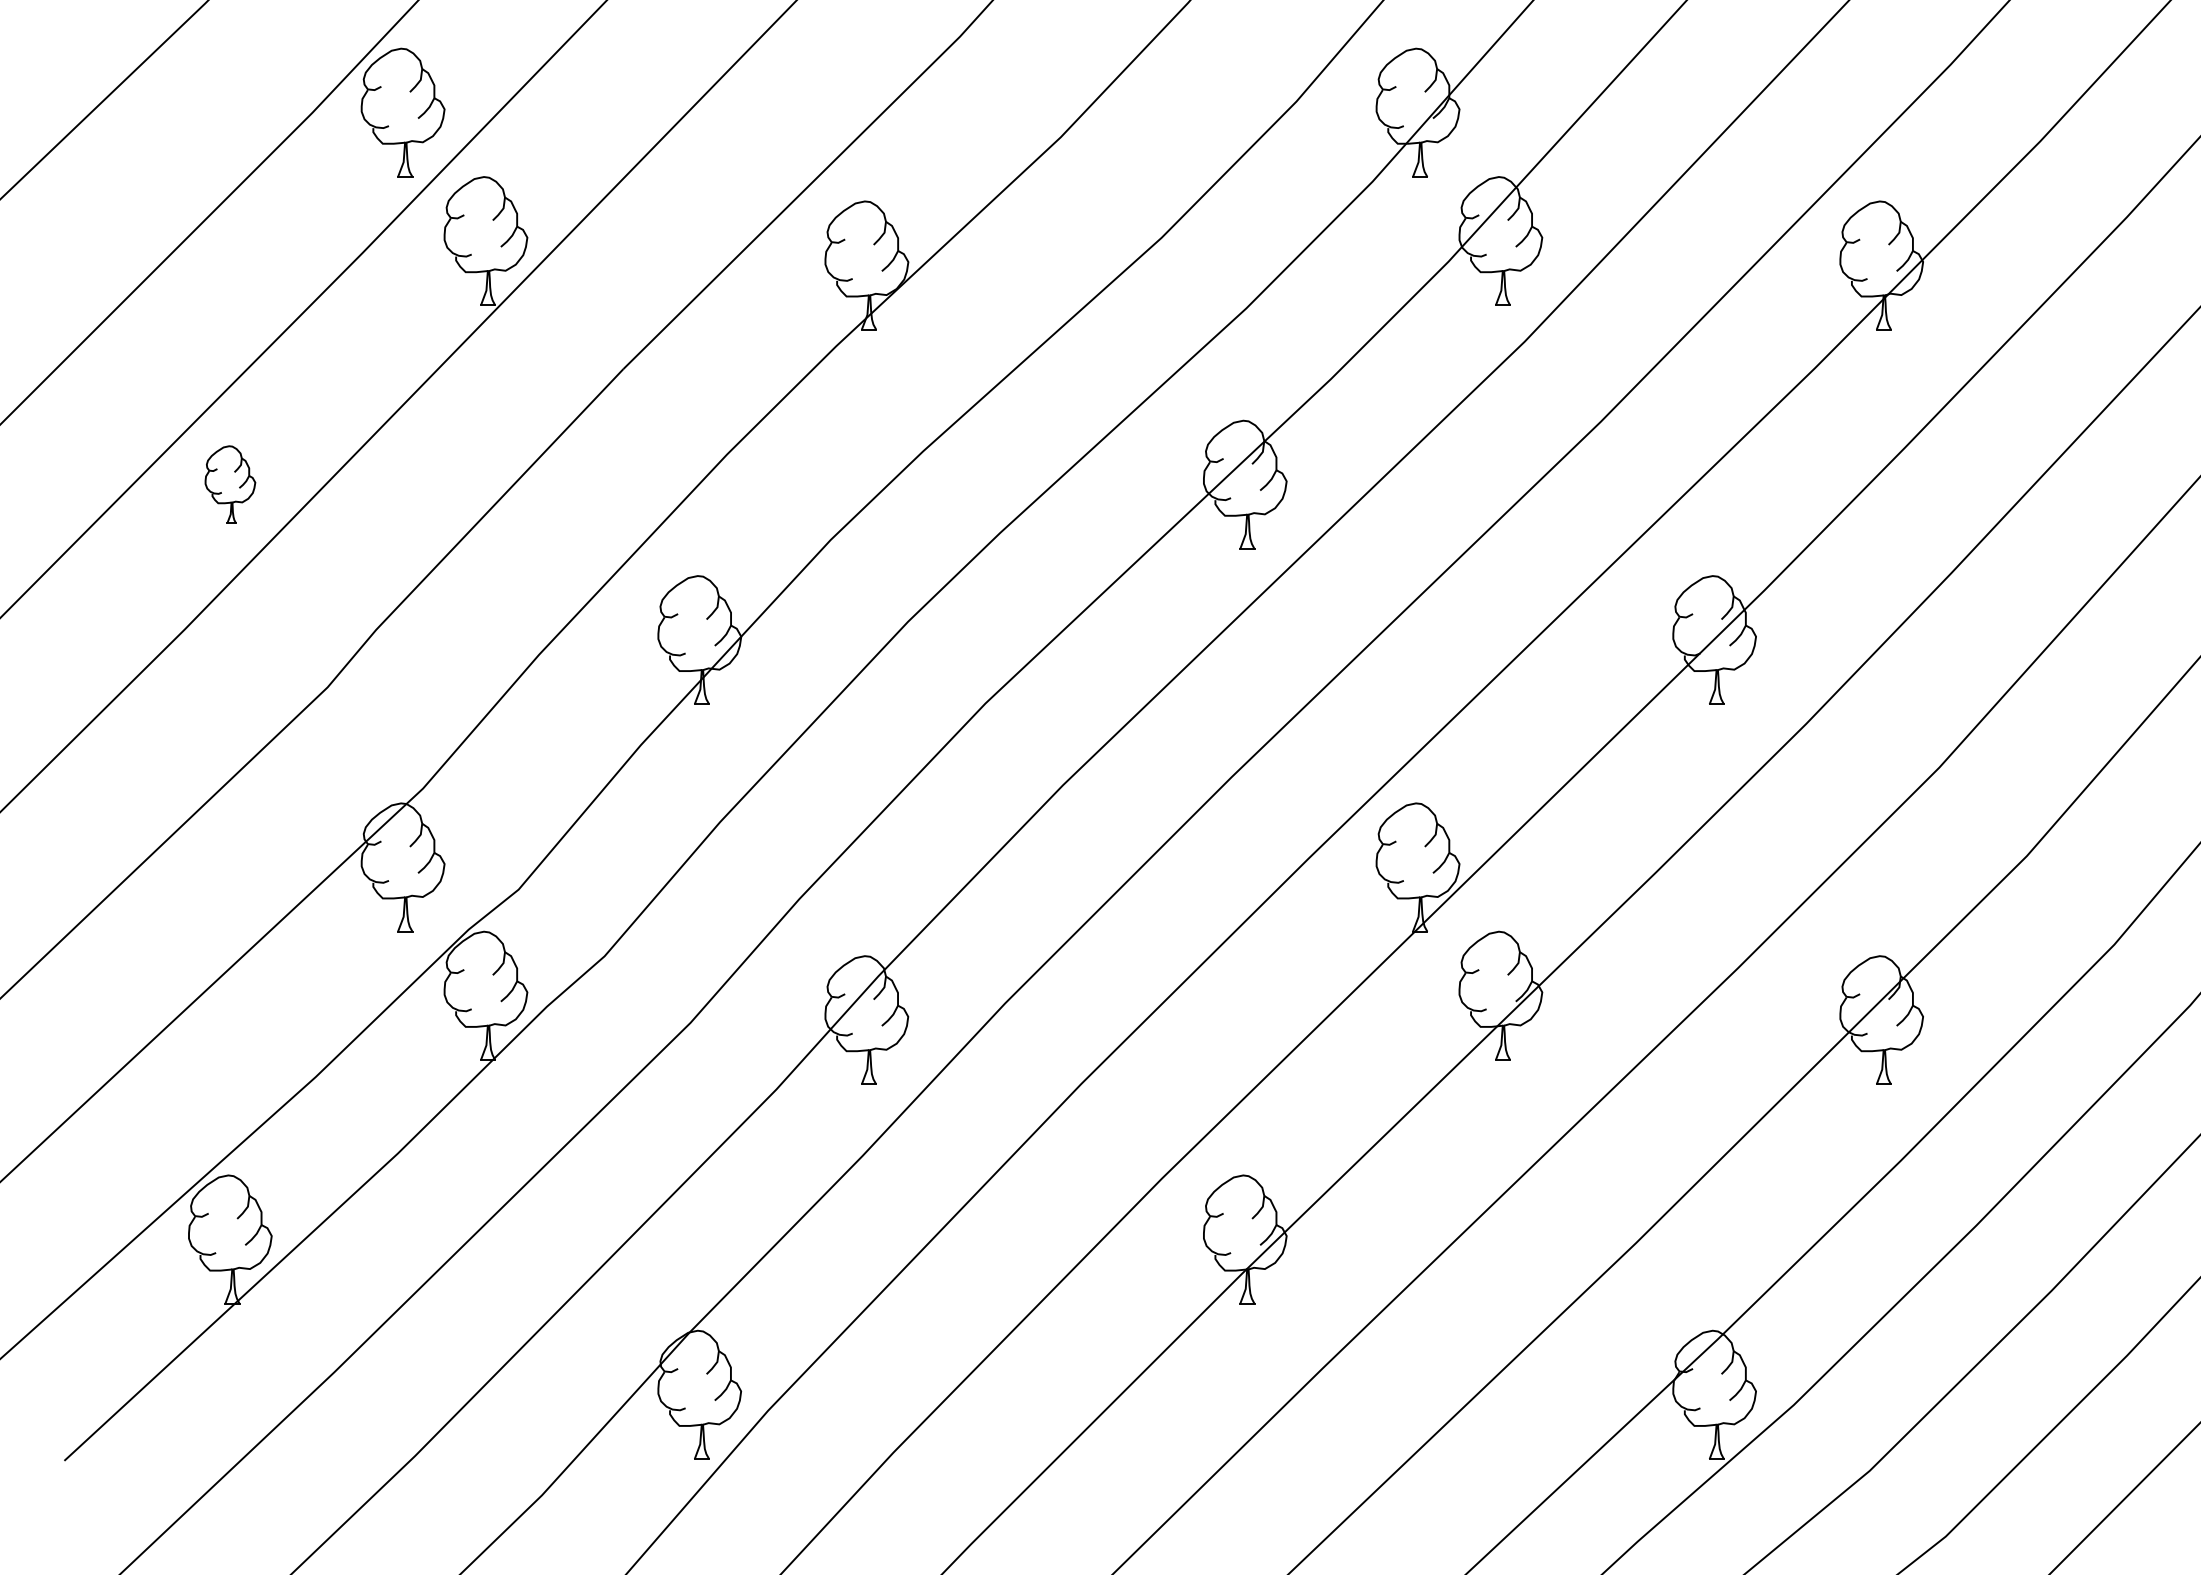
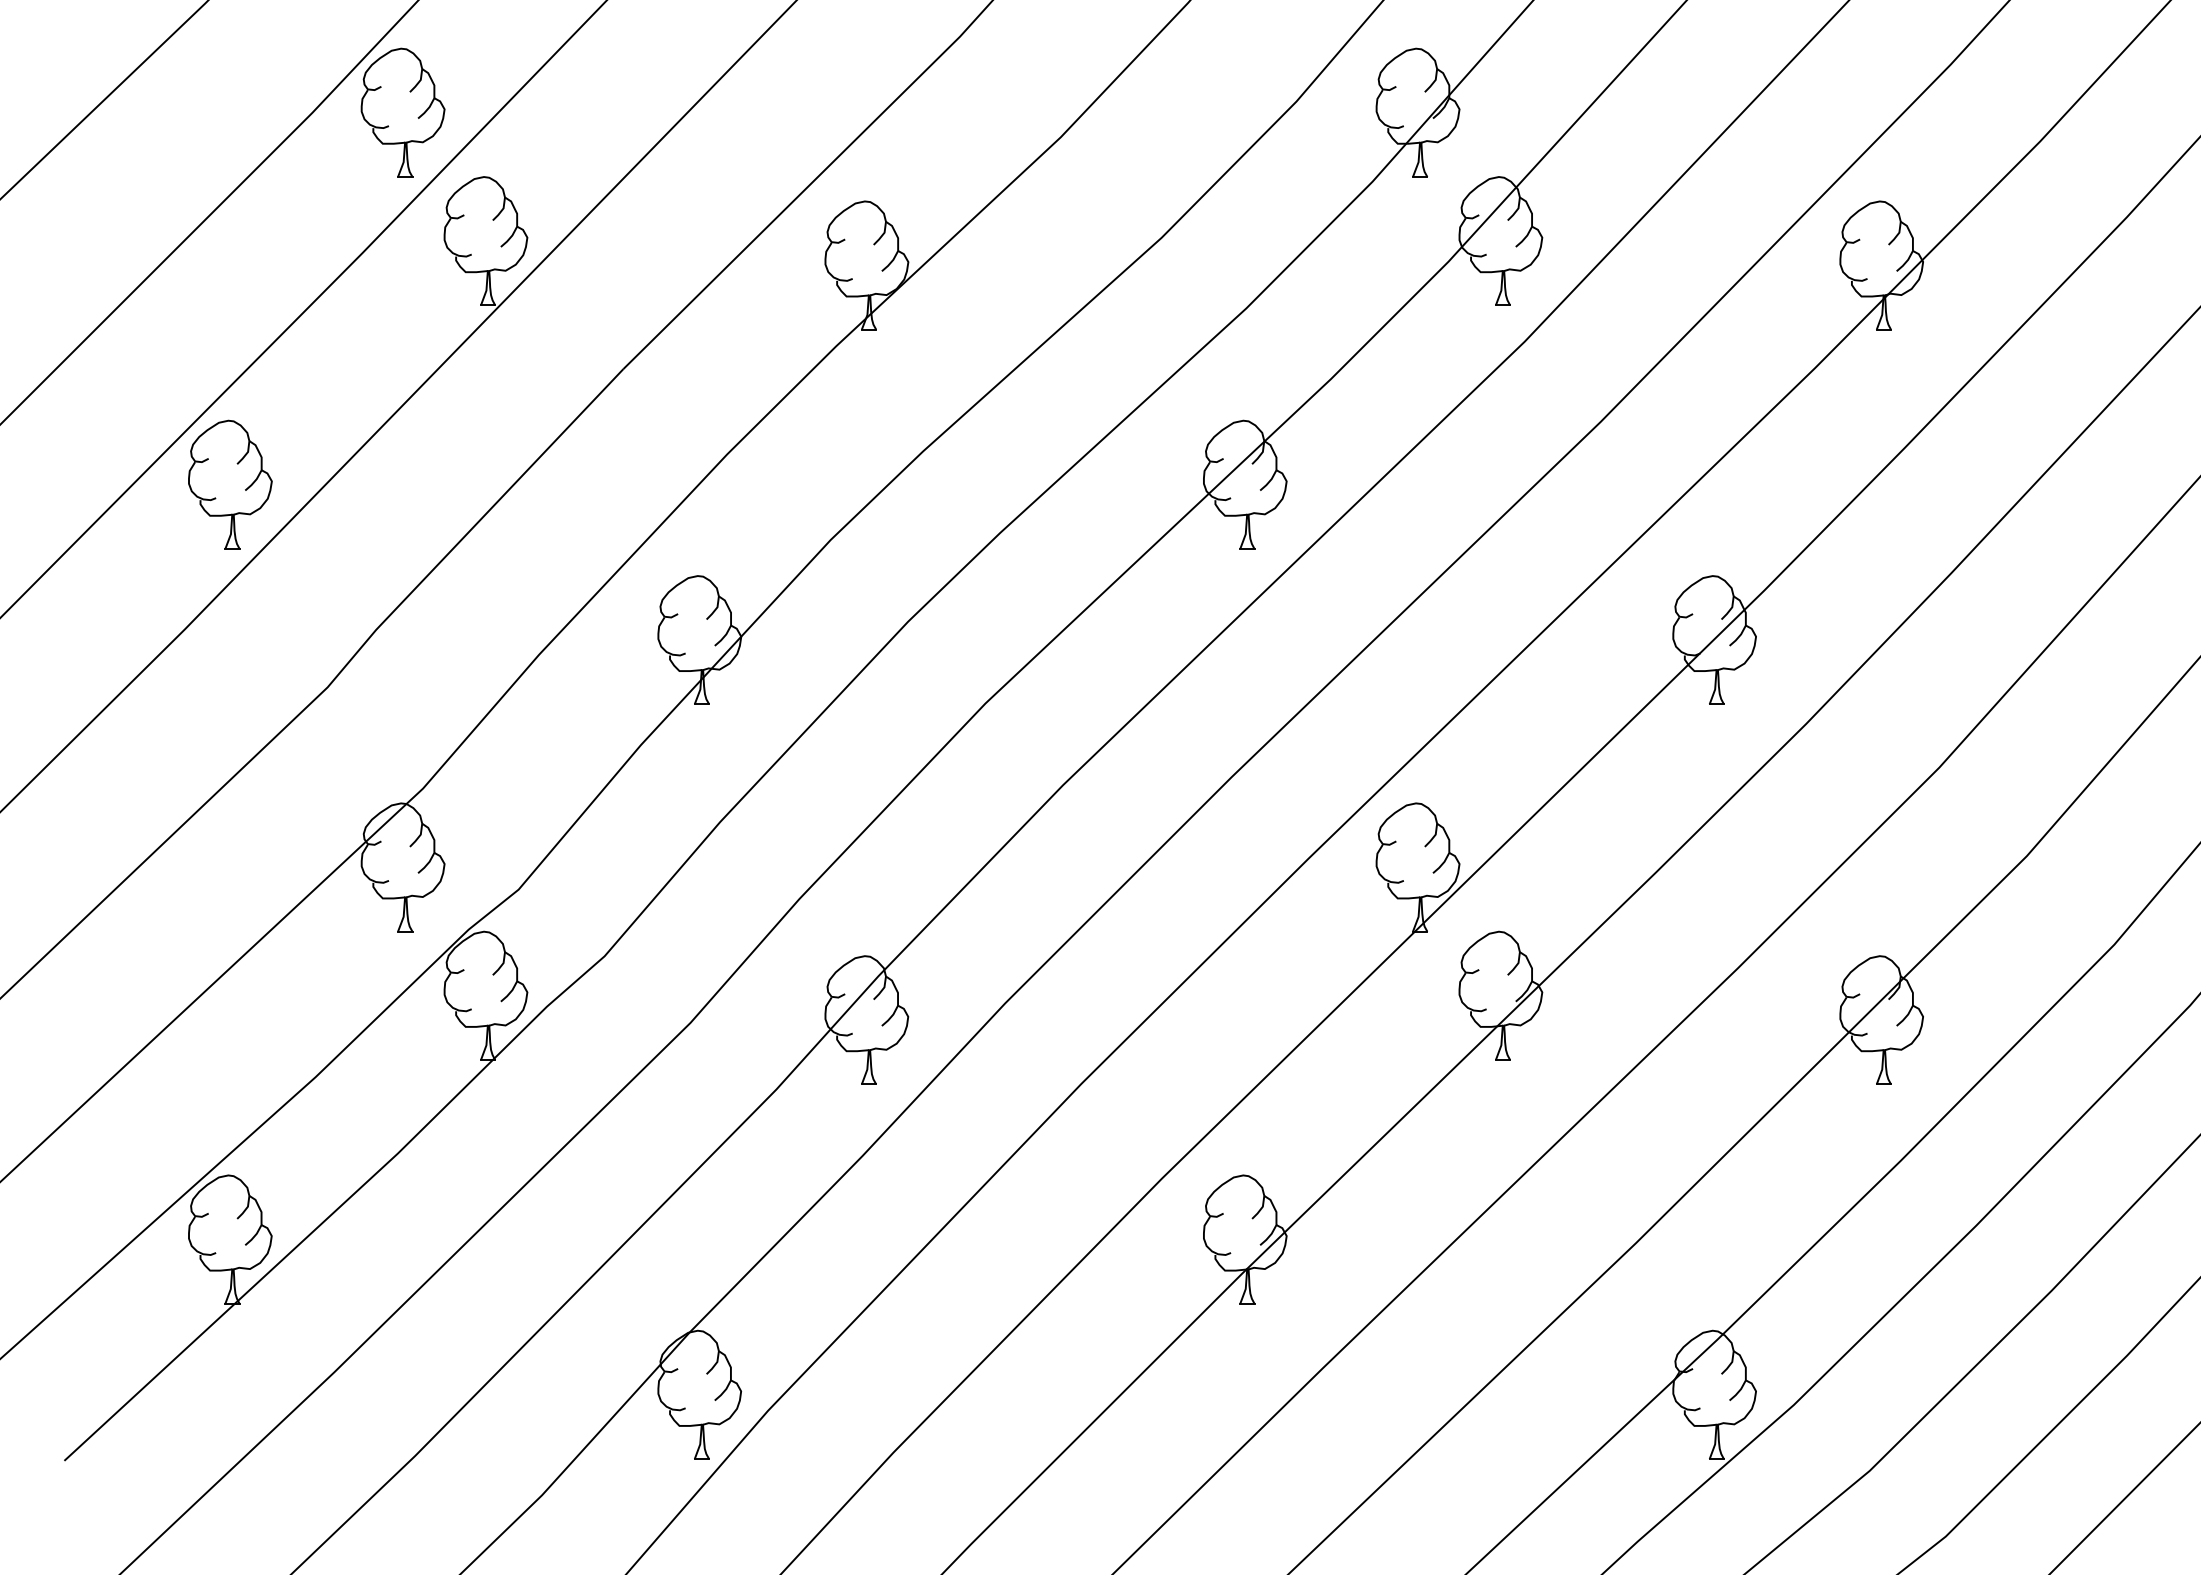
part at (230, 484) size: 53x79 px -> 85x131 px
